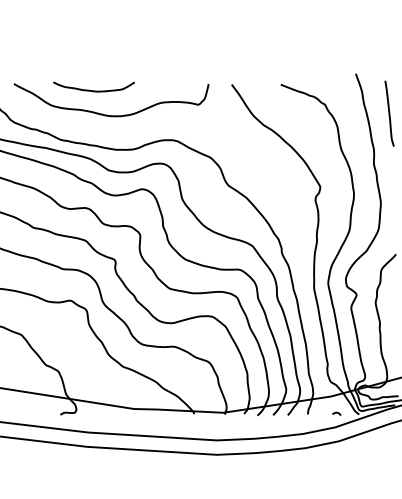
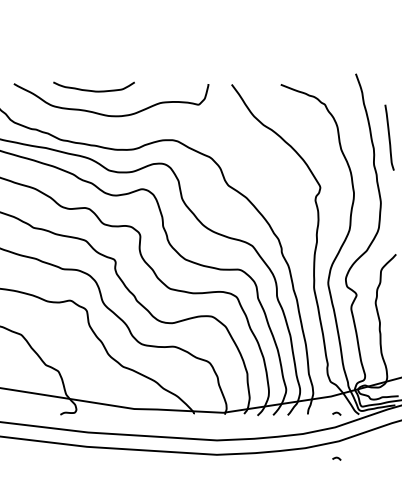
line at (389, 113) position: (389, 113) -> (389, 137)
curve at (336, 458): none -> present
